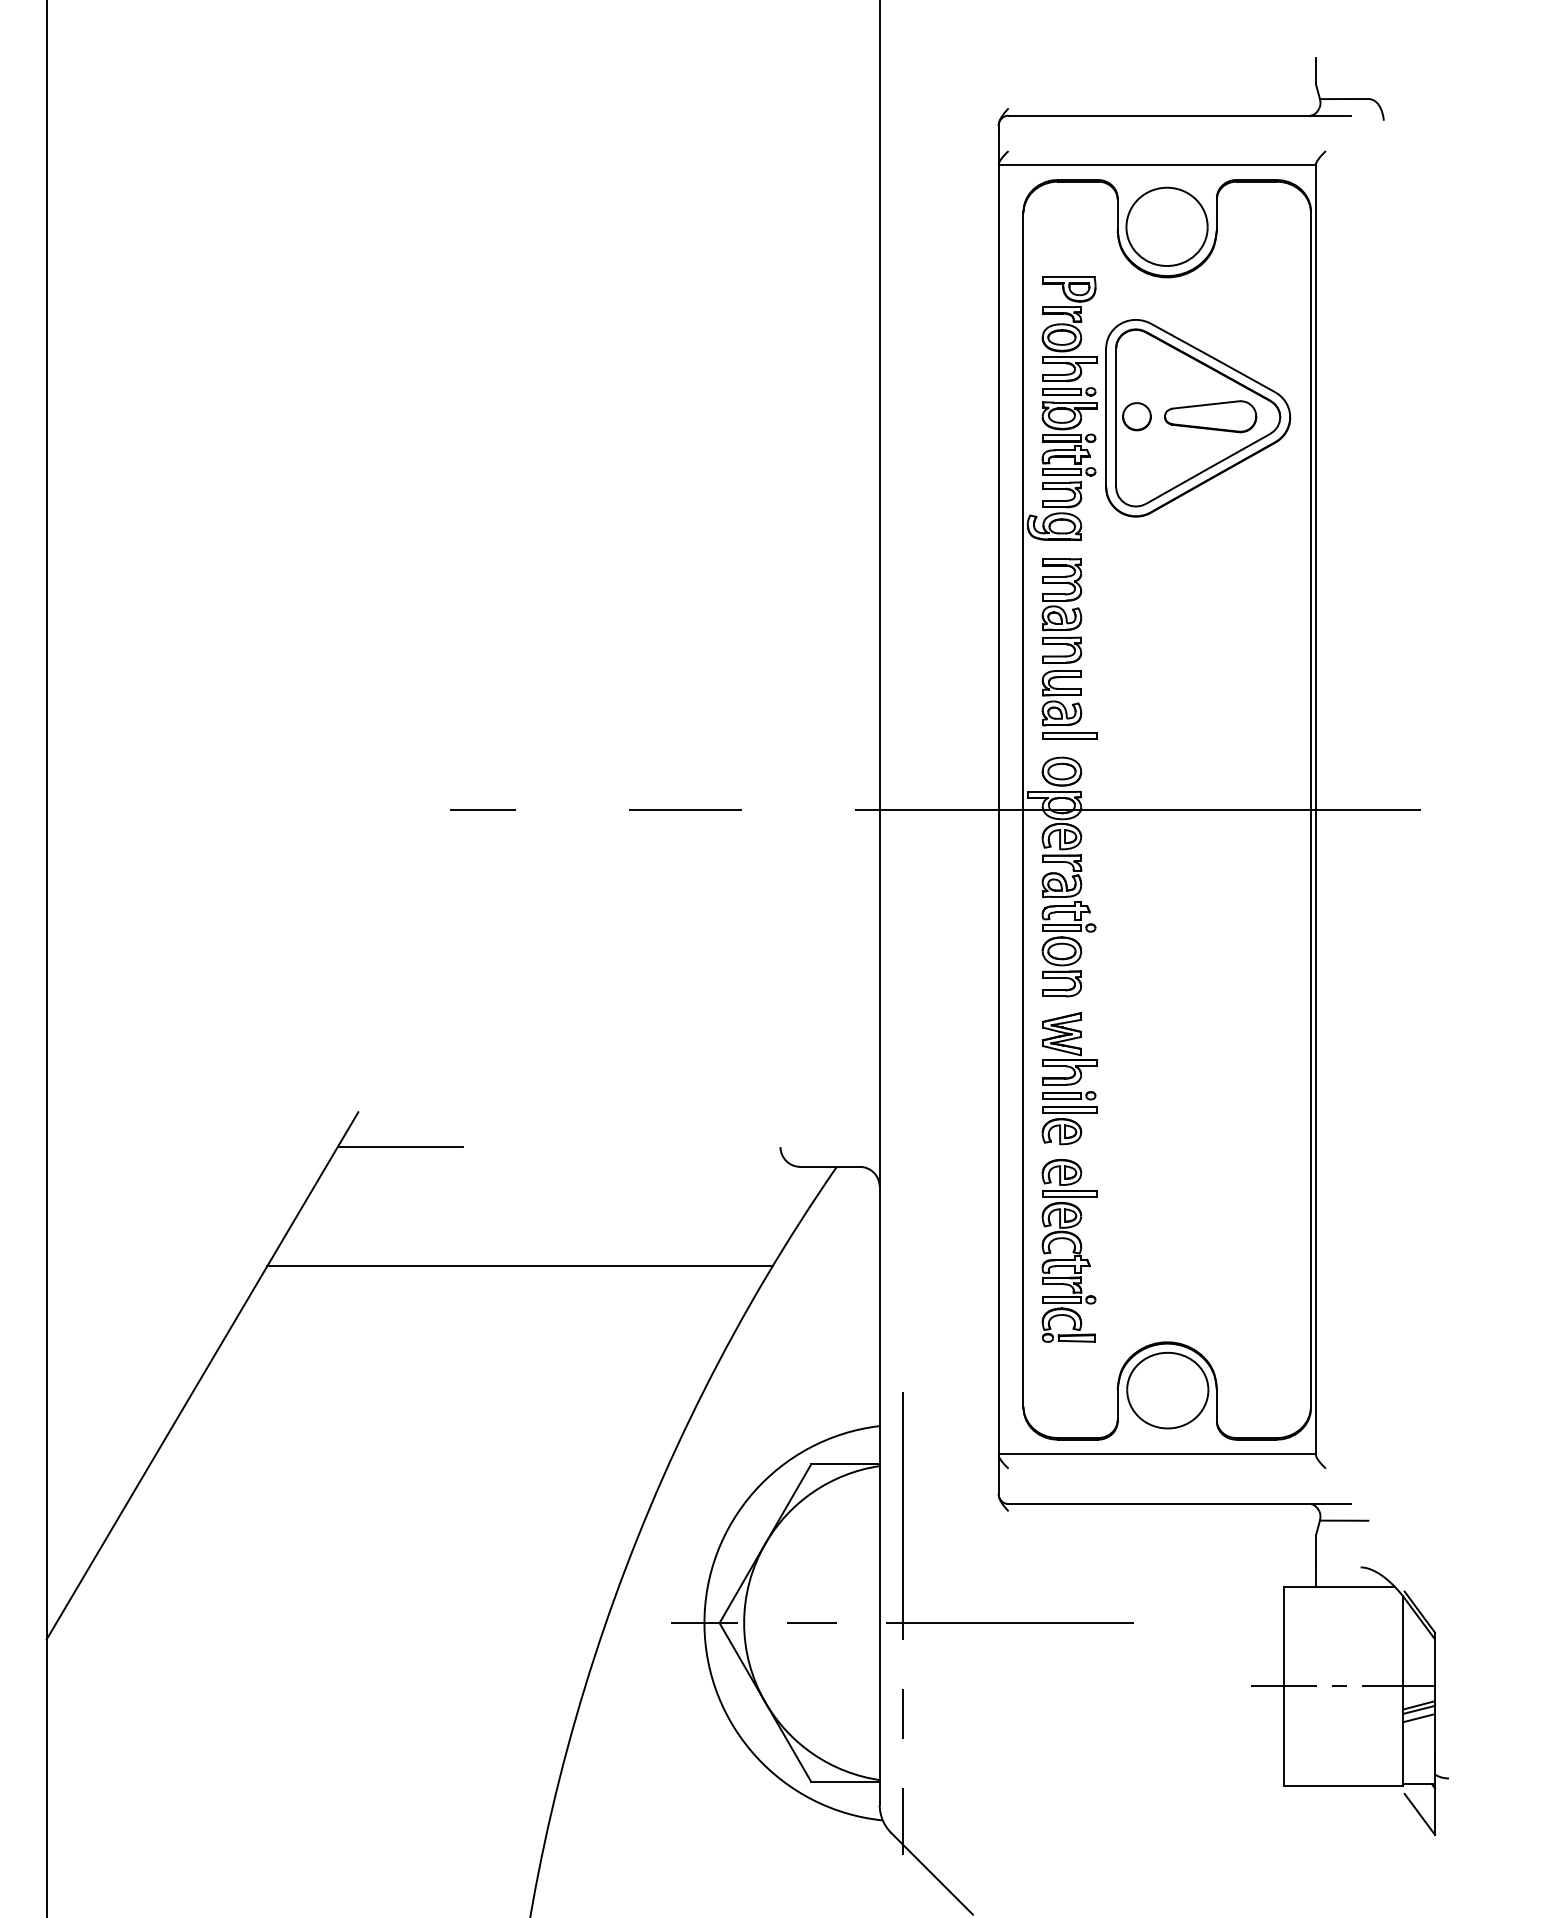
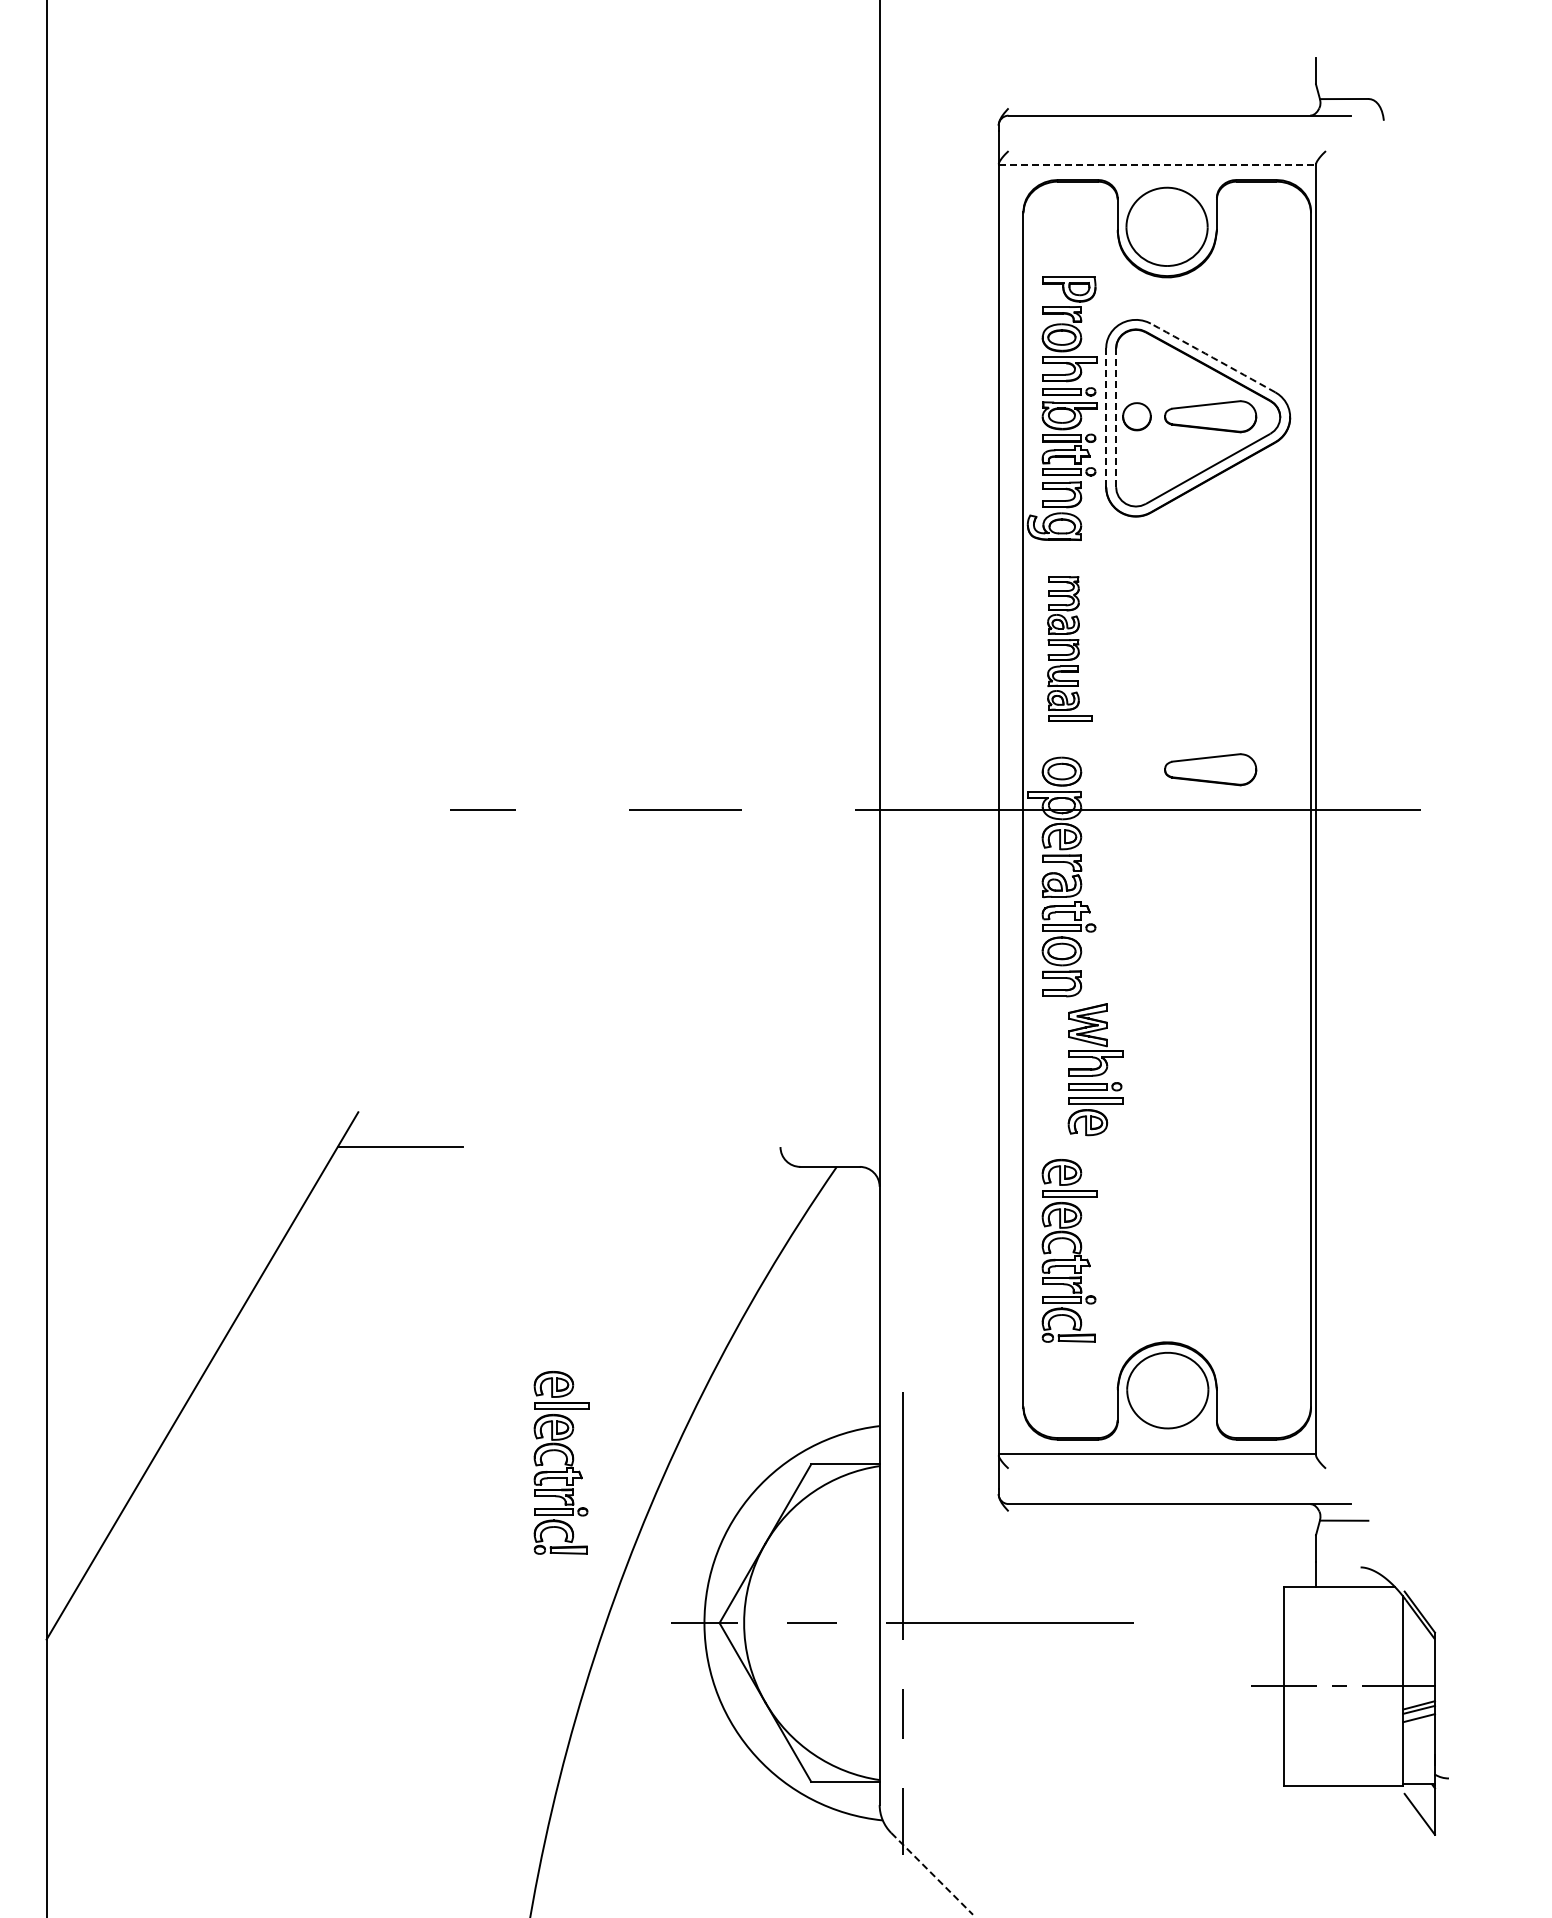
line at (1157, 165): solid -> dashed
arc at (1213, 357): solid -> dashed
line at (1106, 417): solid -> dashed
line at (1116, 417): solid -> dashed
part at (1069, 648) size: 57x182 px -> 46x146 px
part at (1210, 769): none -> present
part at (1069, 1078) position: (1069, 1078) -> (1095, 1069)
line at (519, 1266): present -> none
part at (561, 1462): none -> present
line at (932, 1873): solid -> dashed
